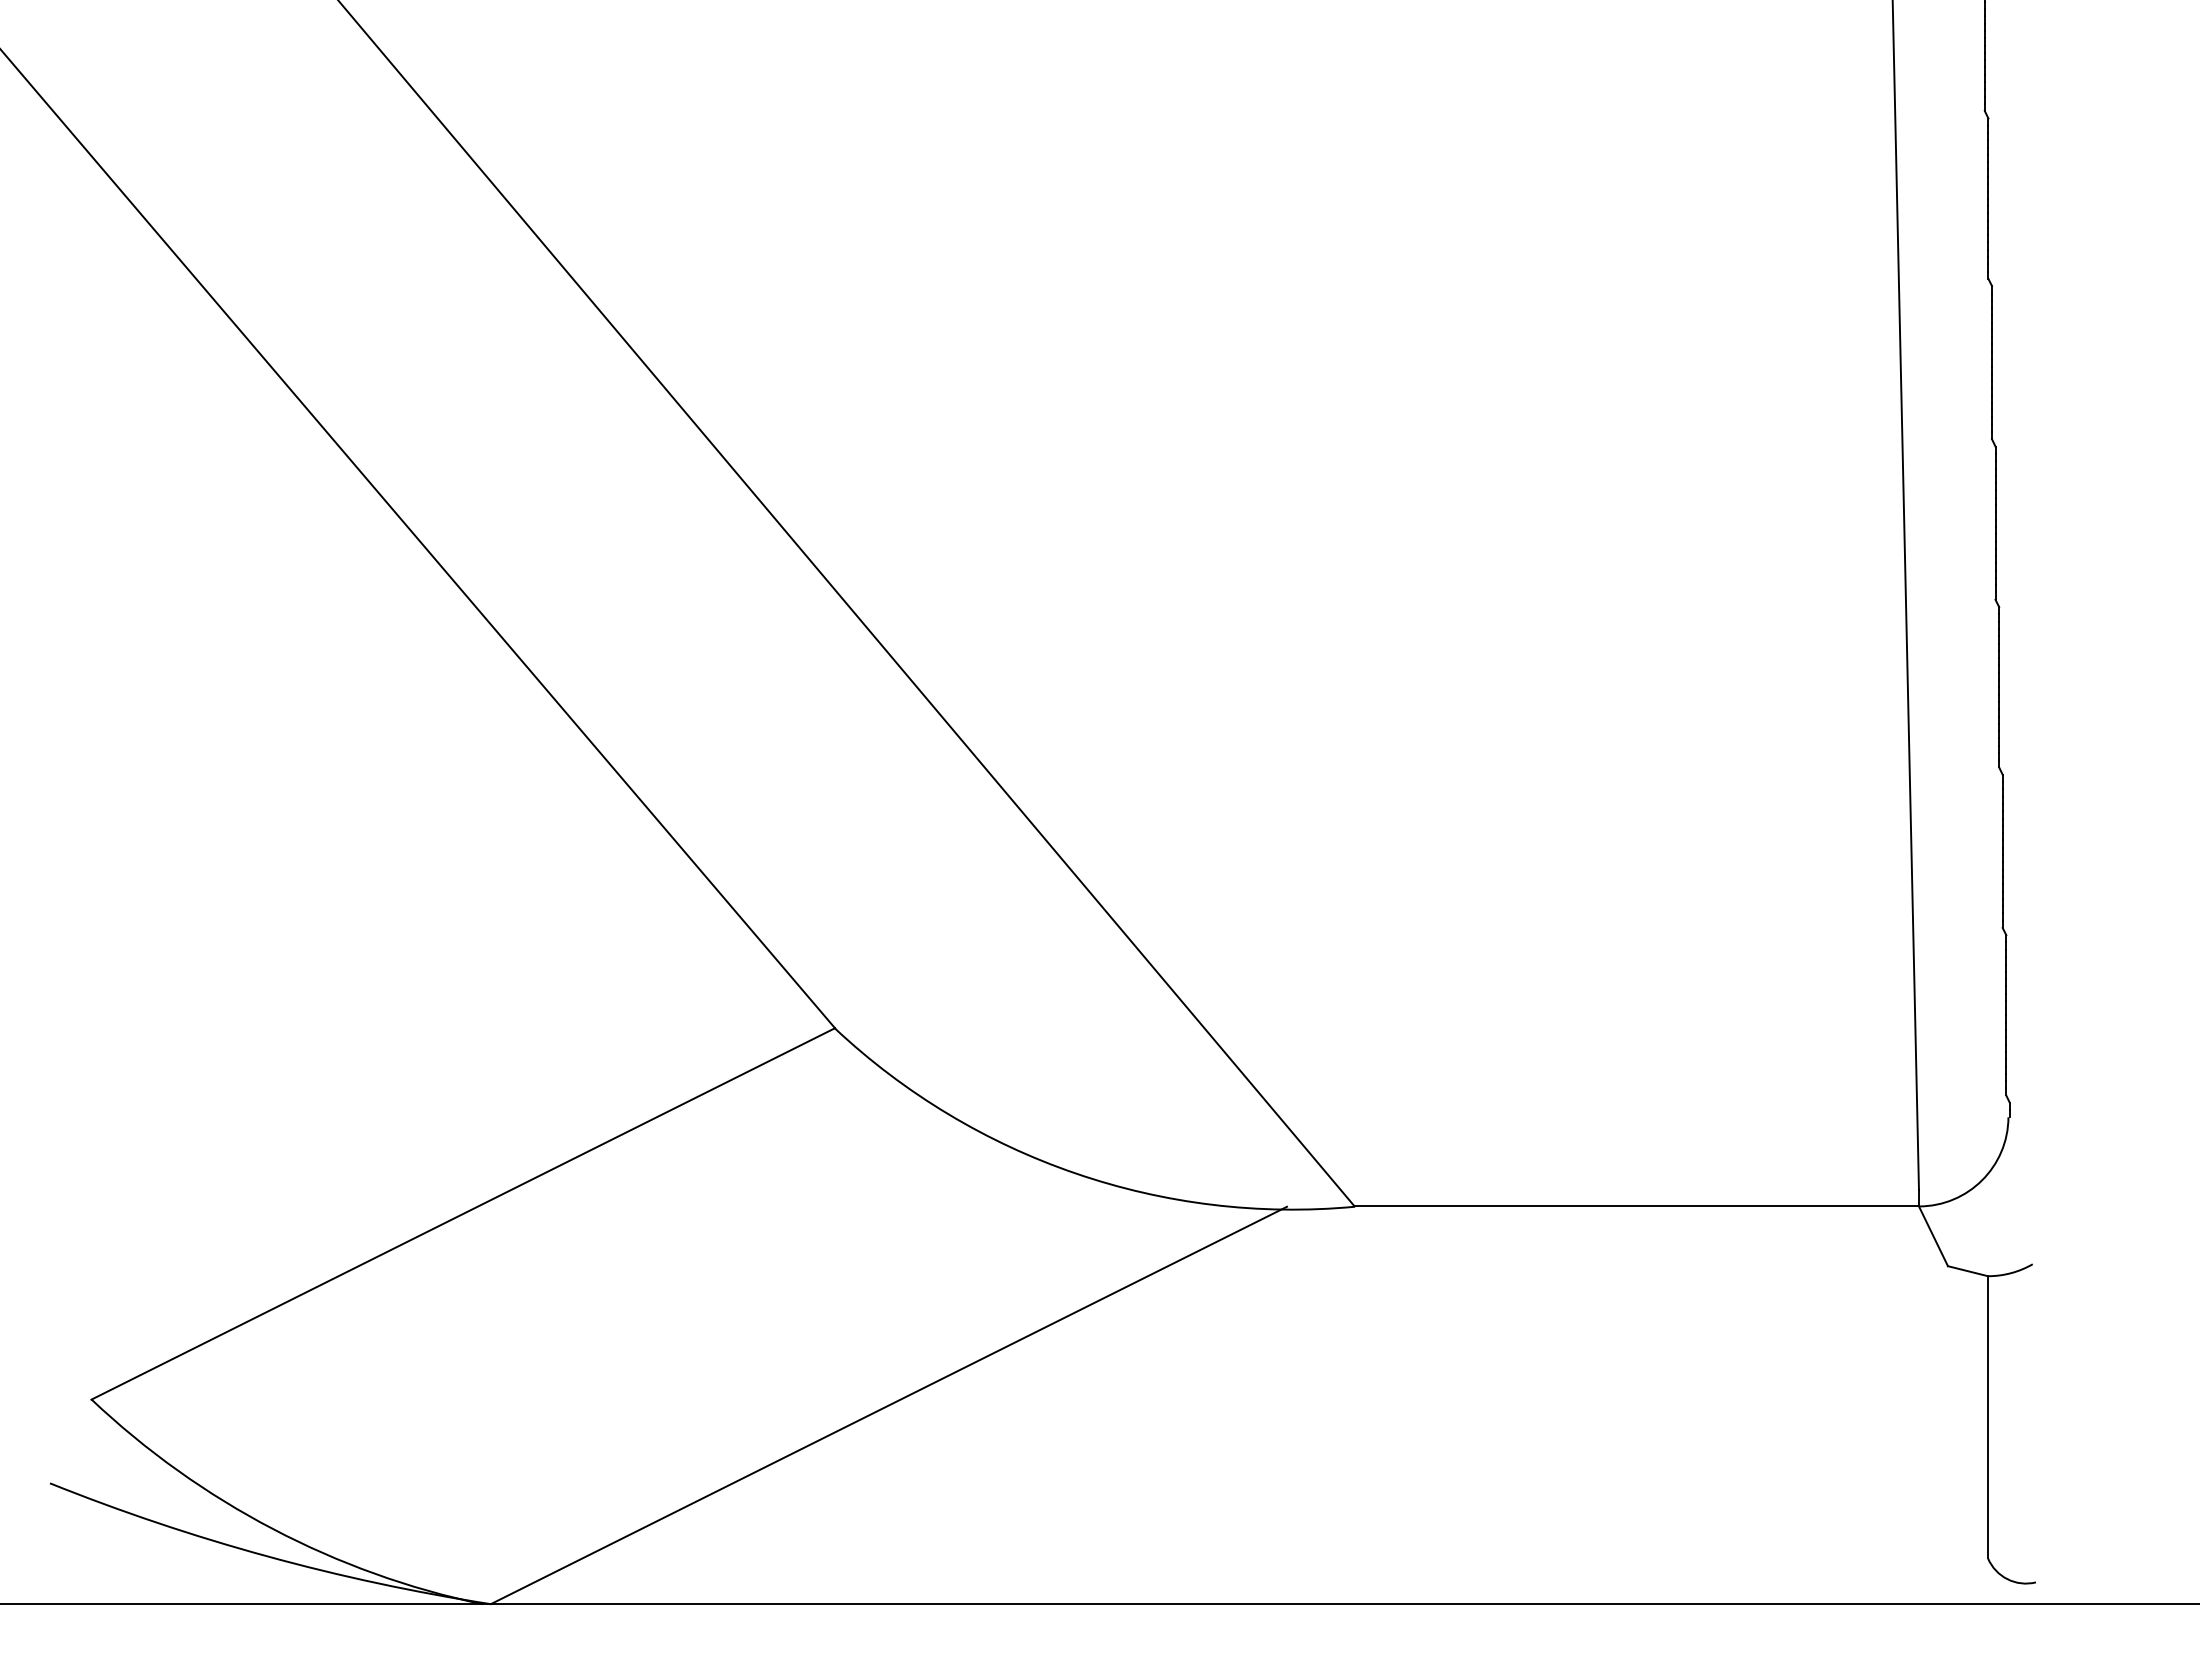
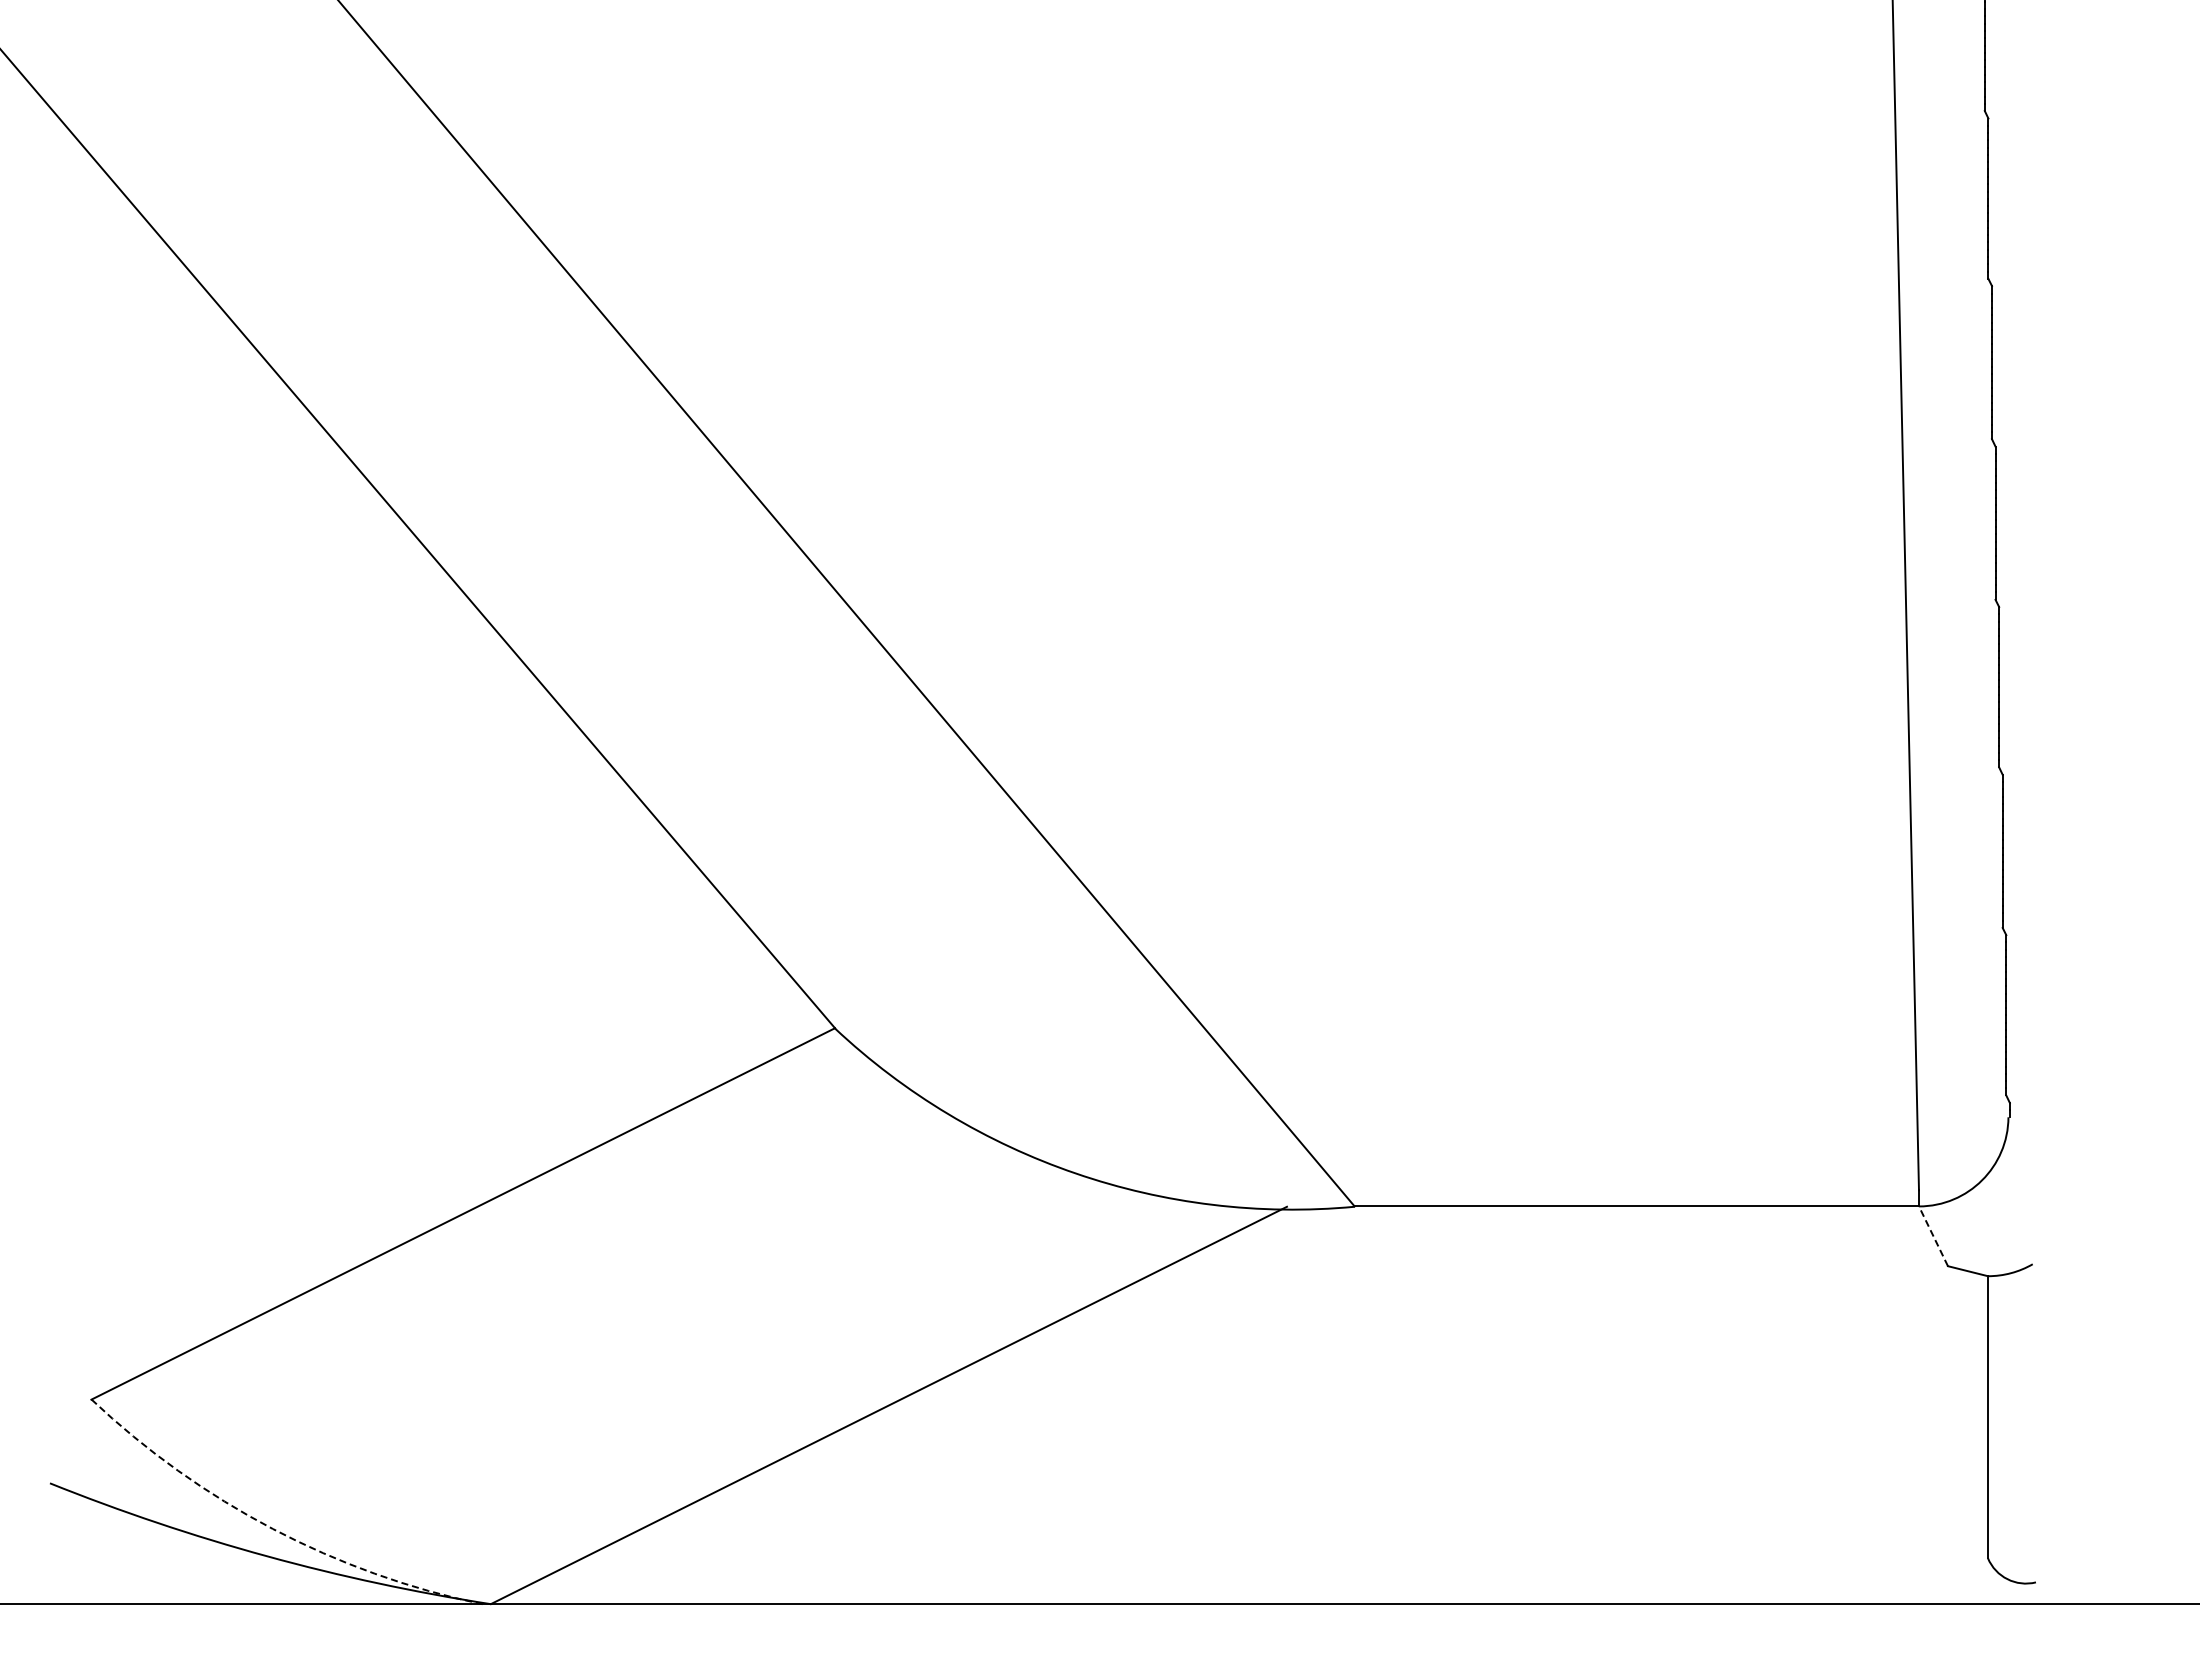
line at (1933, 1235): solid -> dashed
arc at (272, 1529): solid -> dashed
